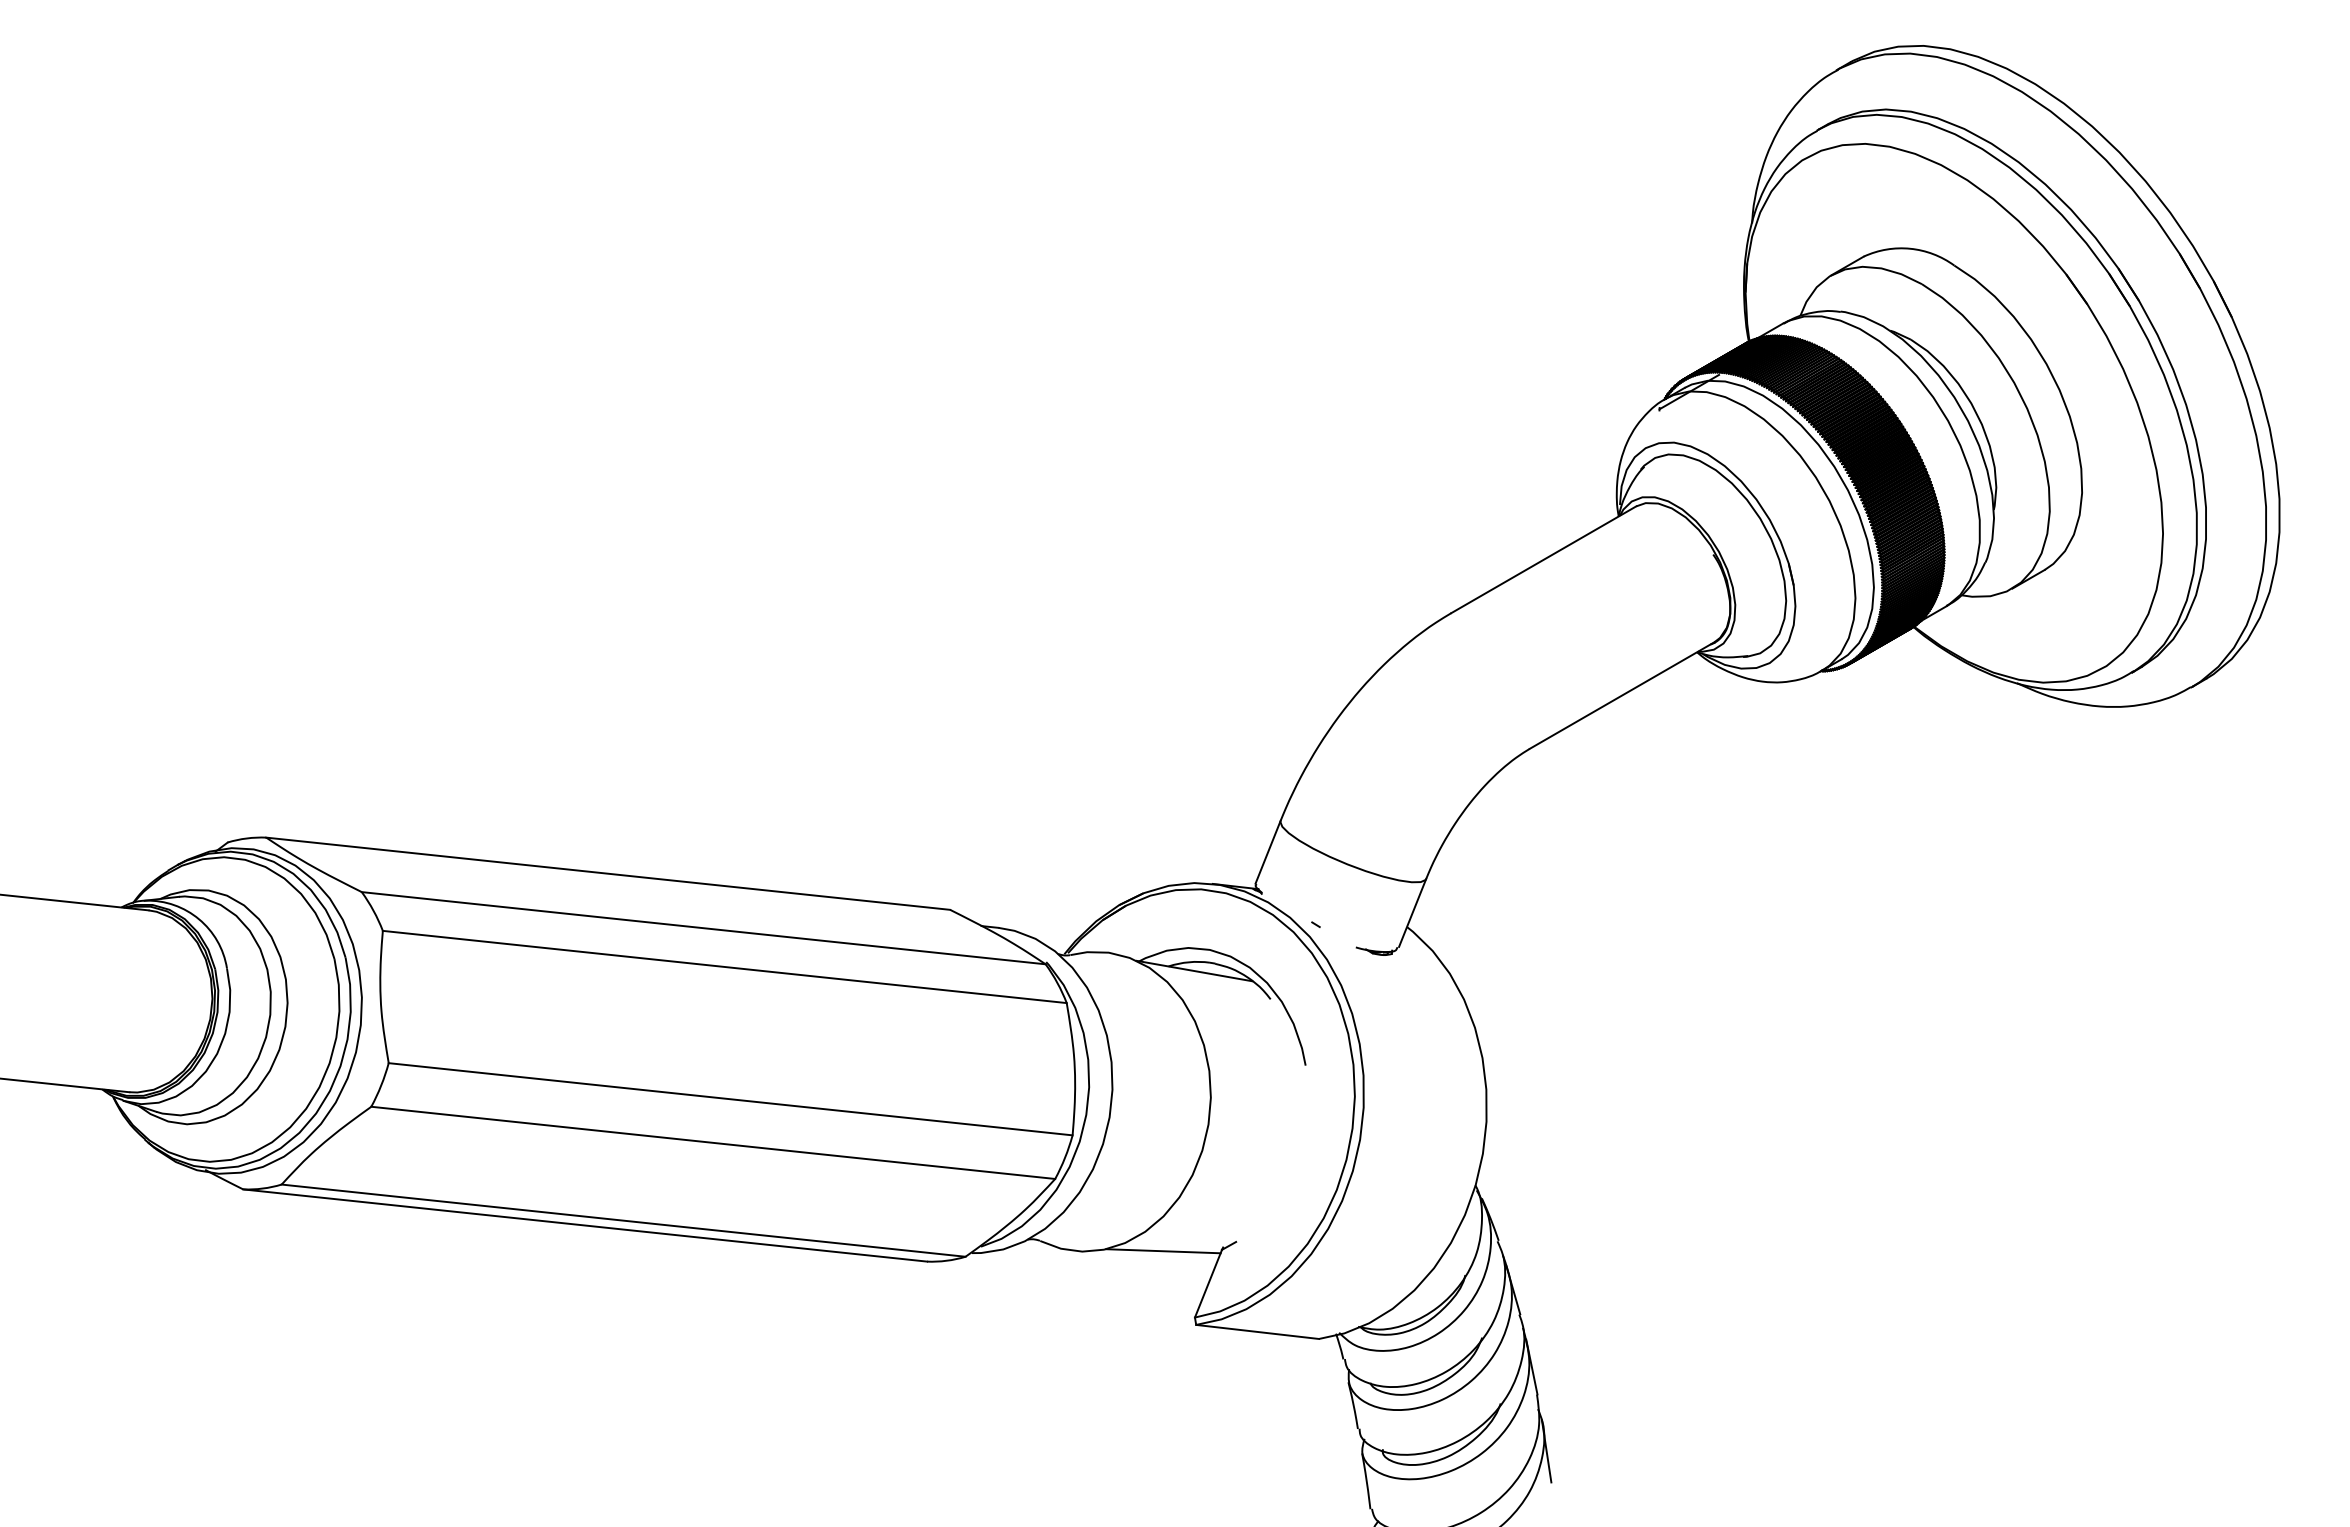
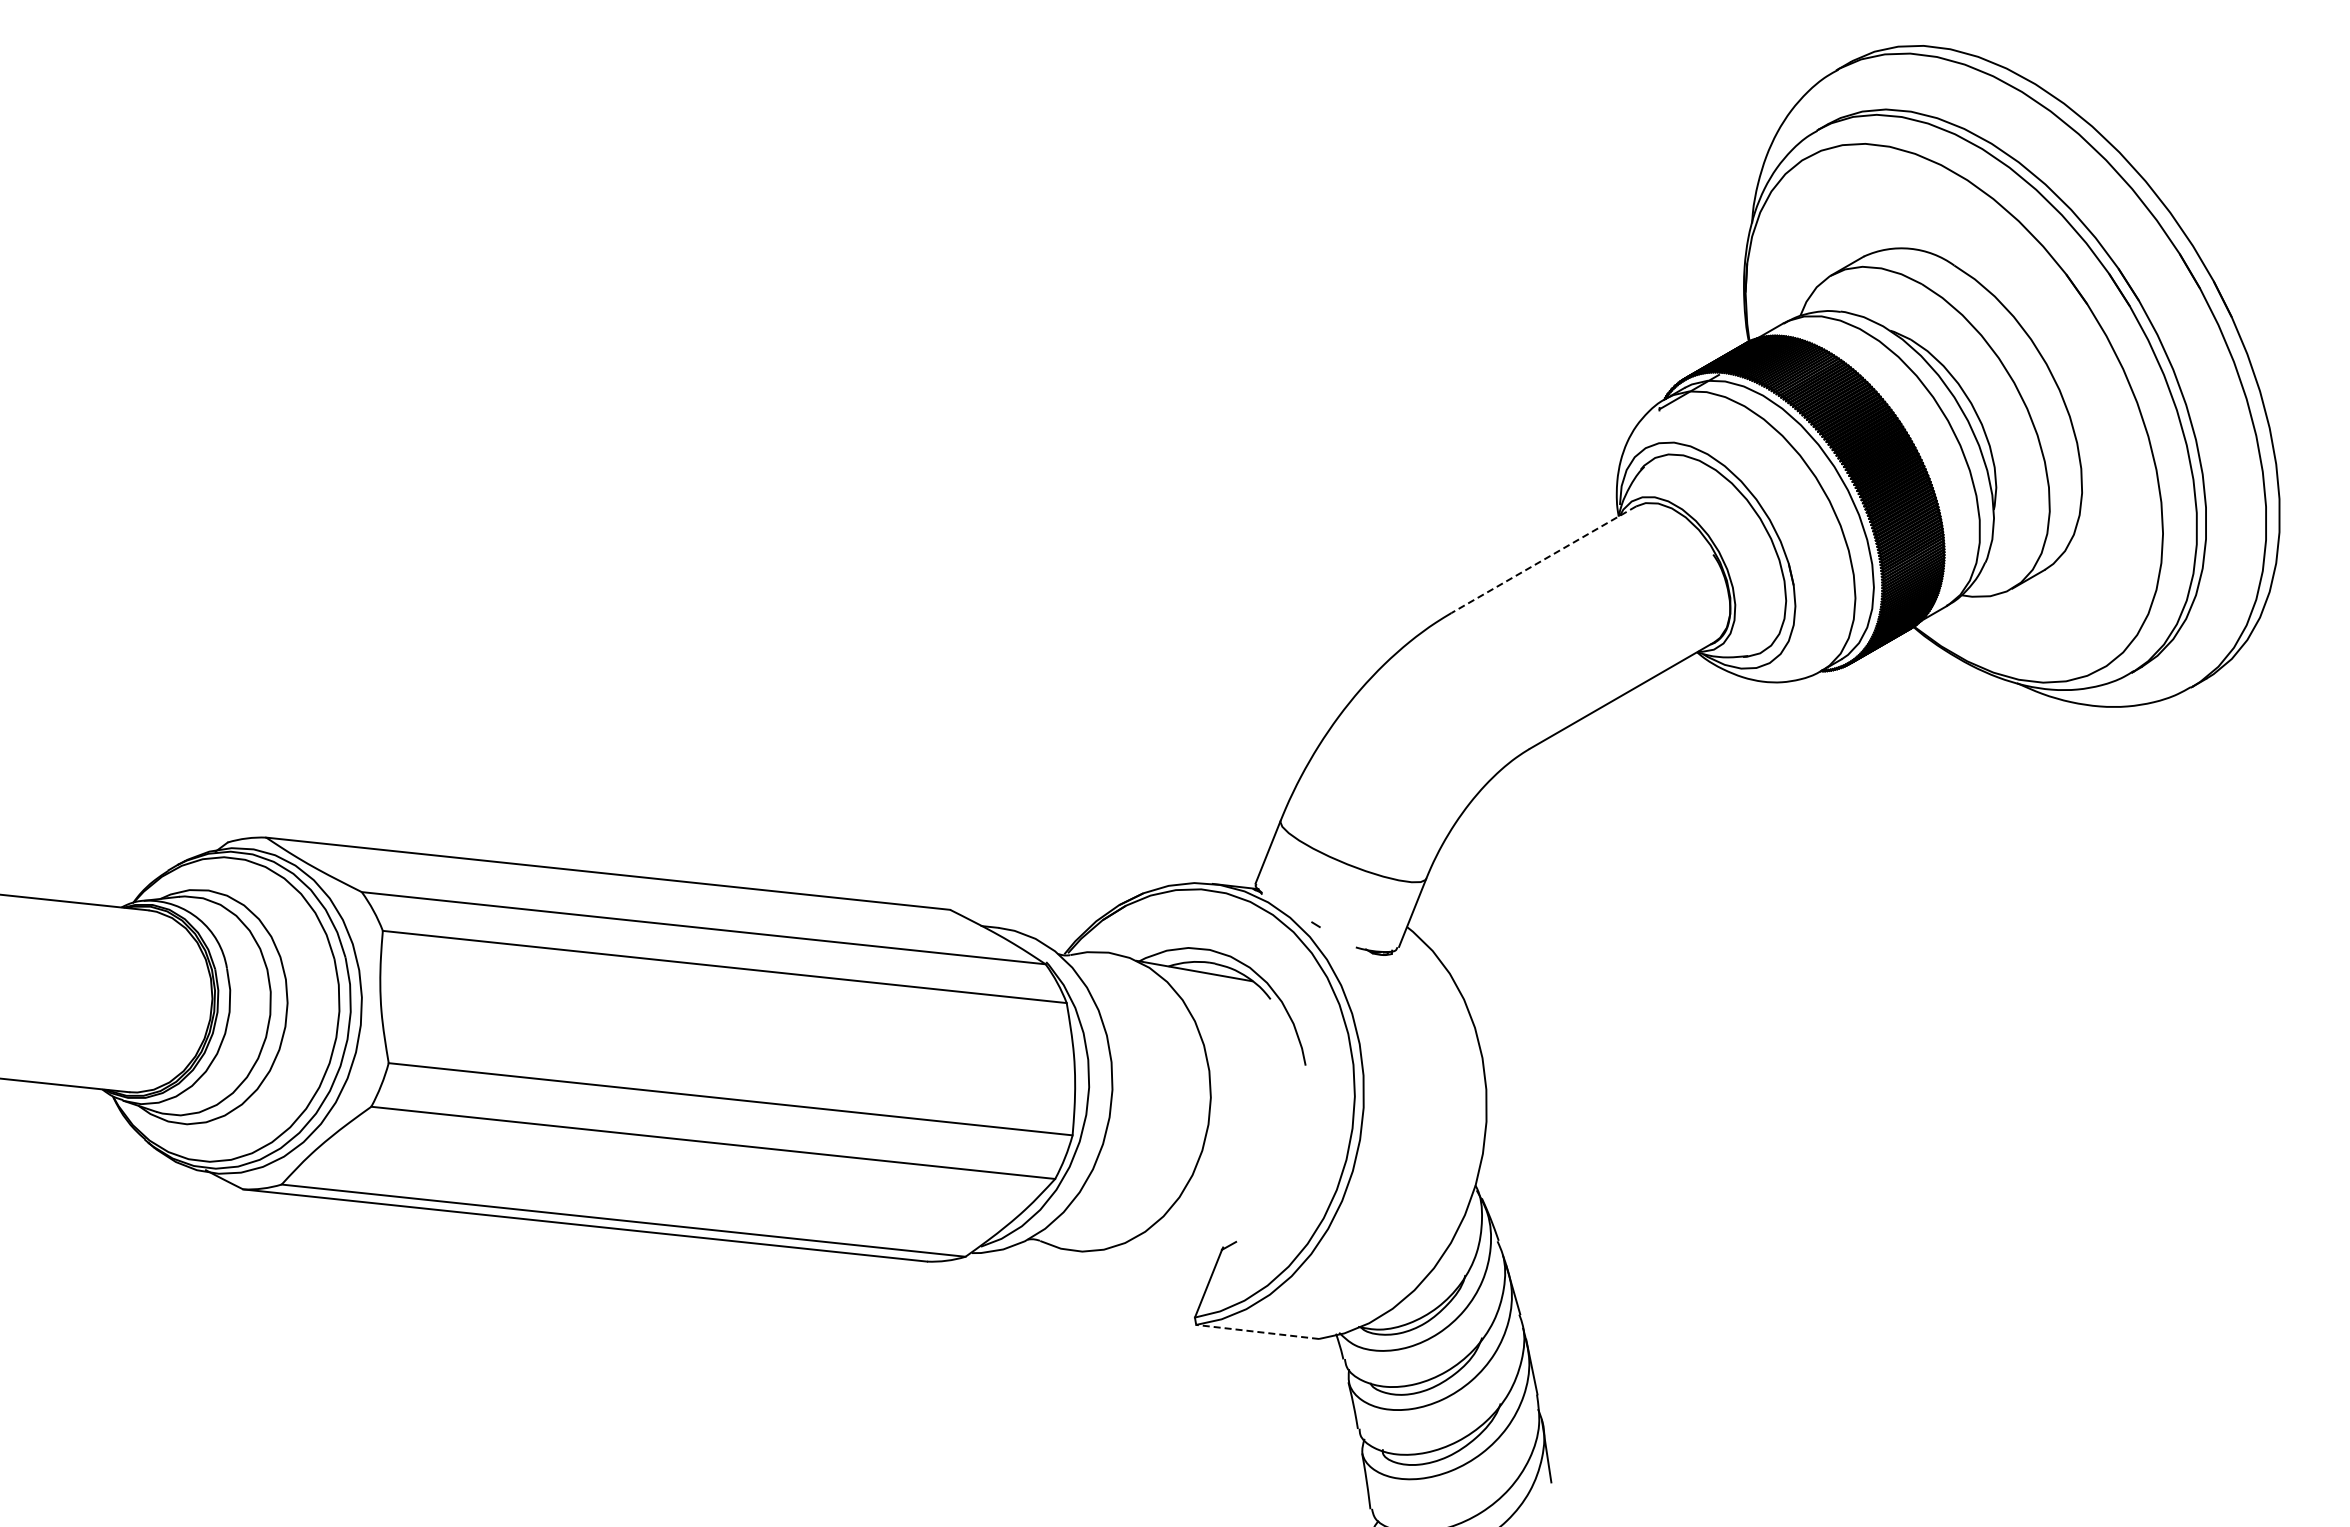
line at (1543, 559): solid -> dashed
line at (1163, 1251): present -> none
line at (1257, 1331): solid -> dashed
